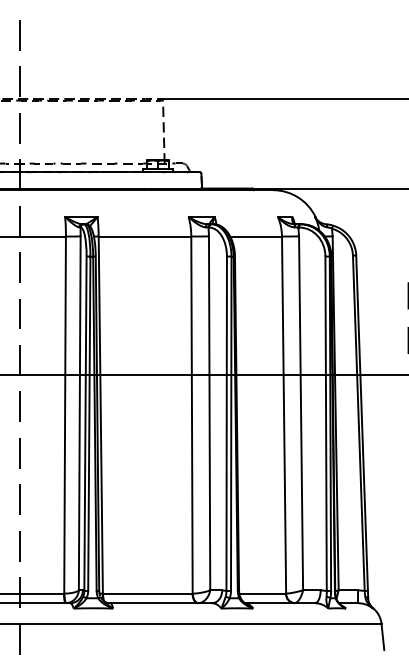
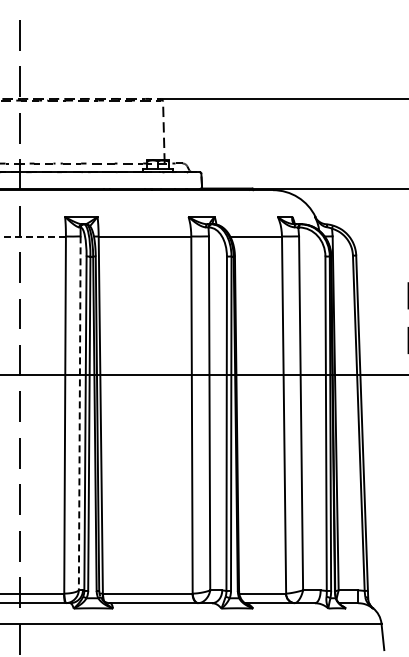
line at (33, 236): solid -> dashed
line at (79, 413): solid -> dashed
